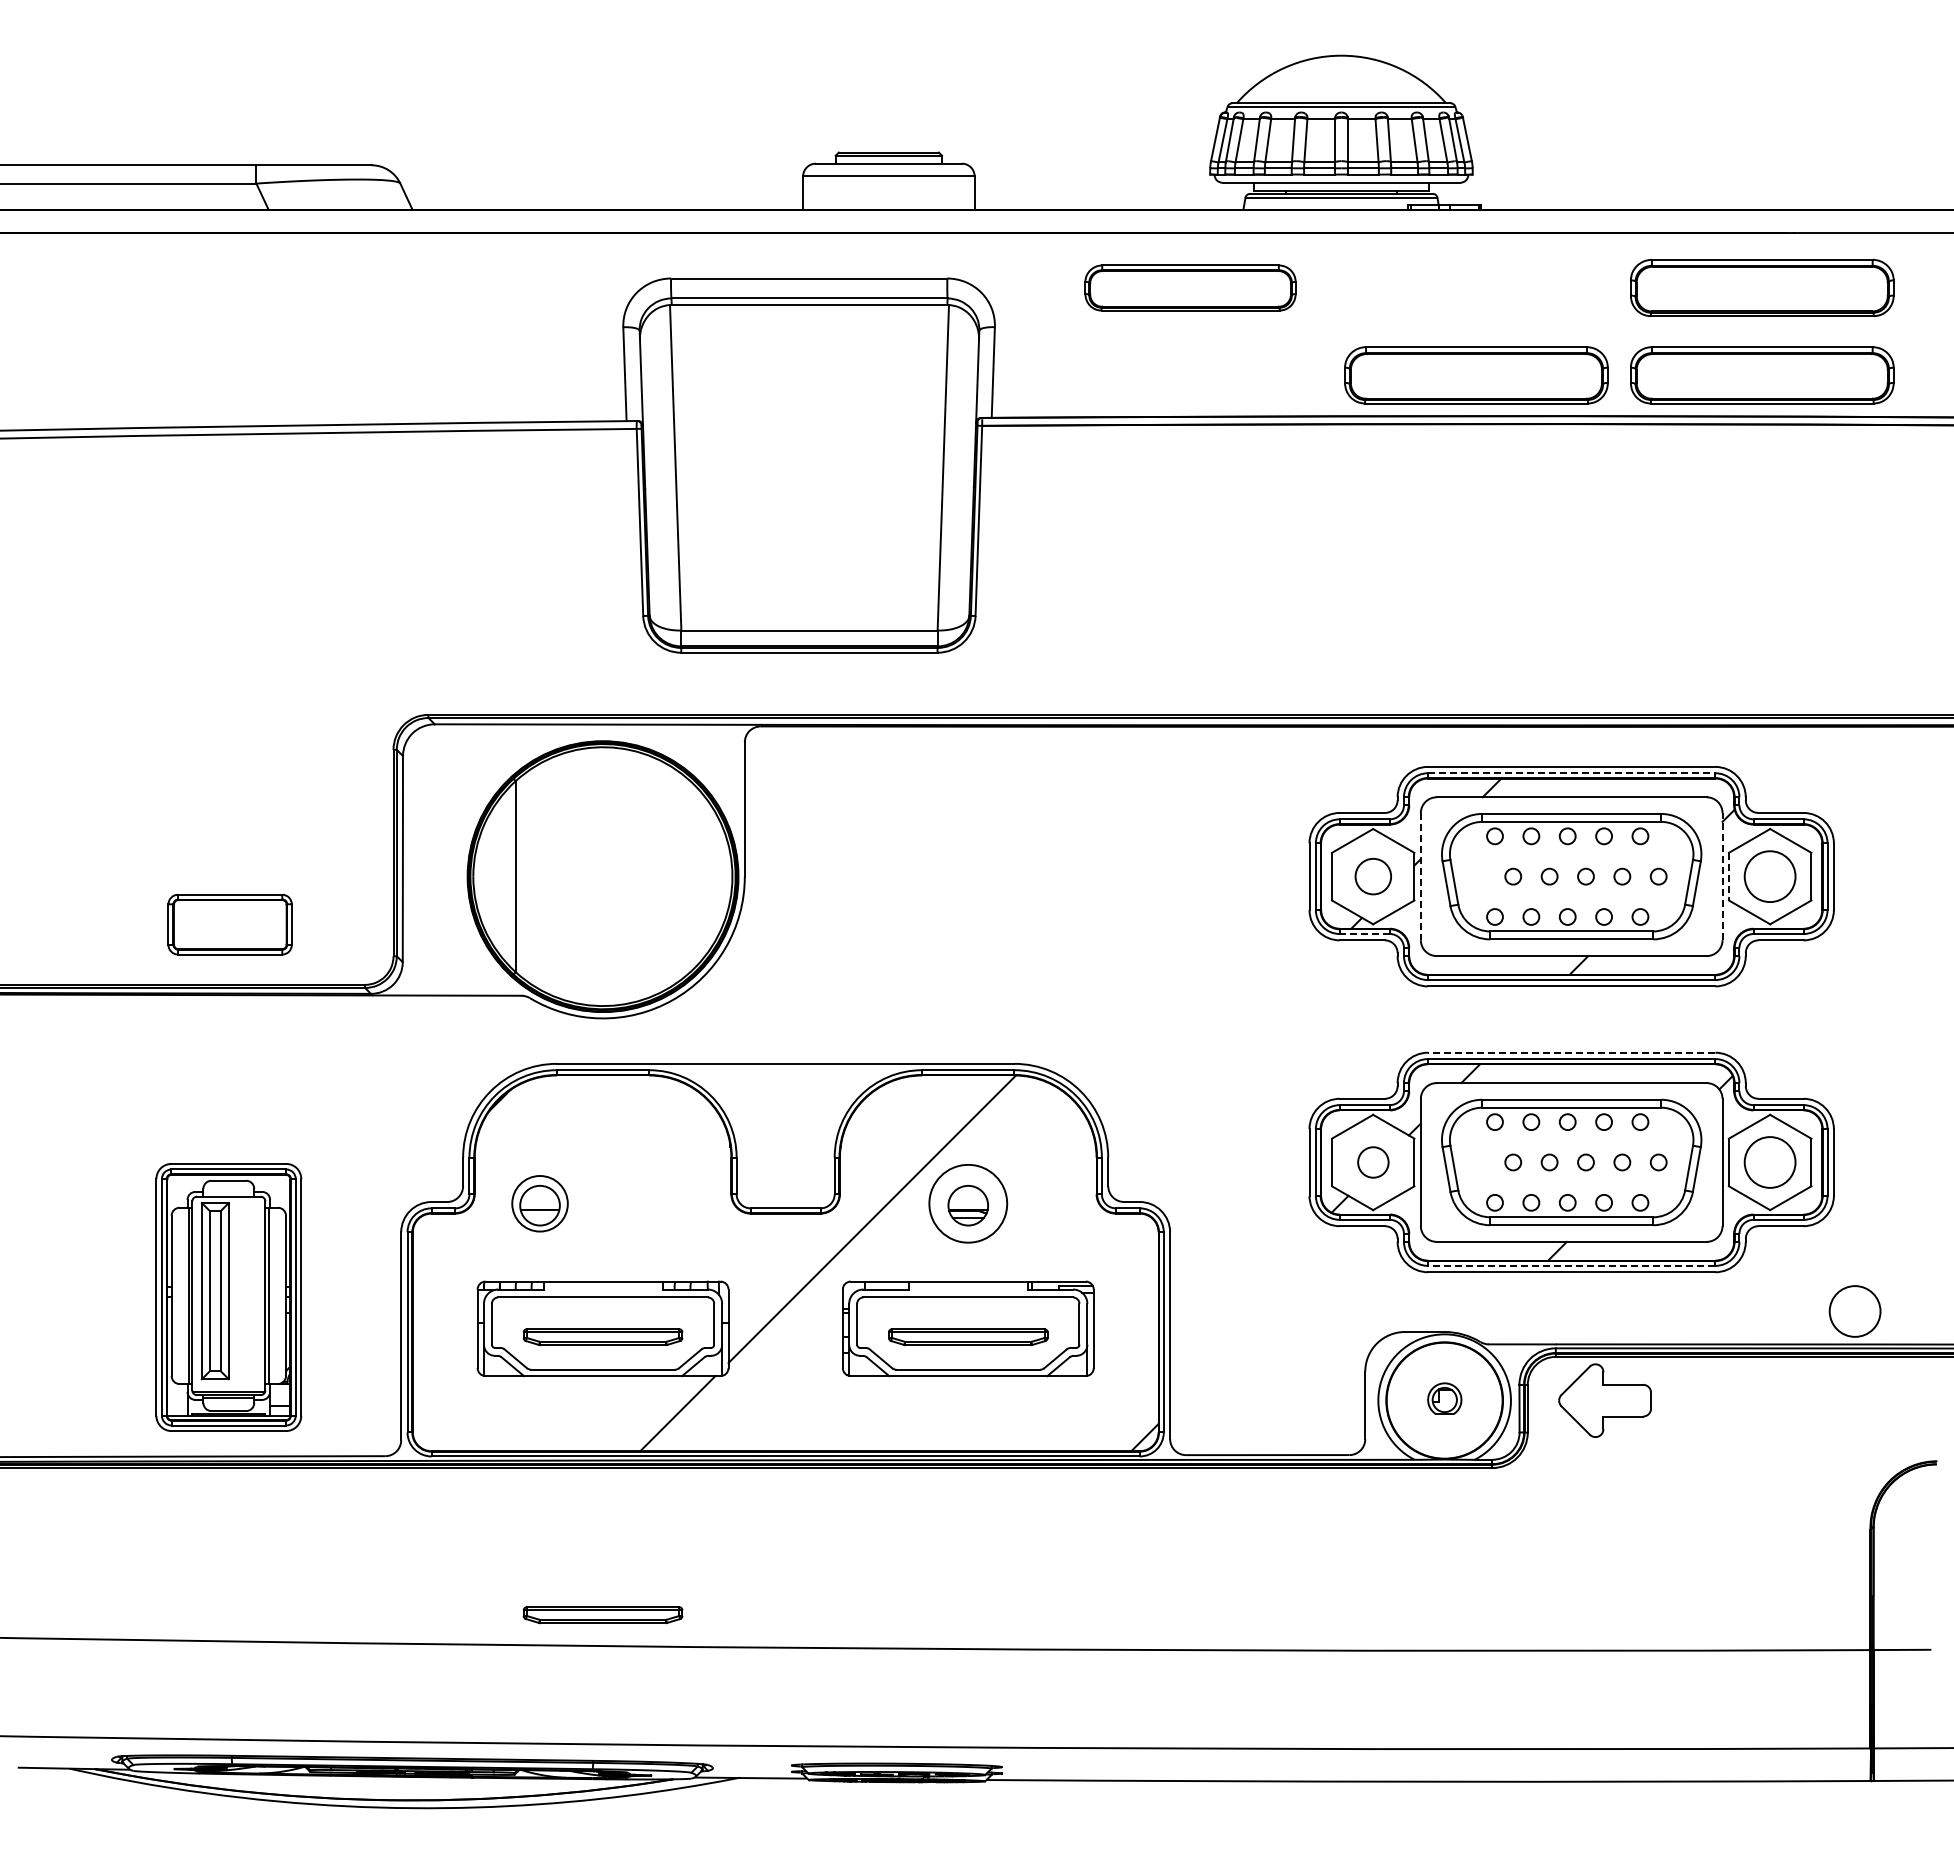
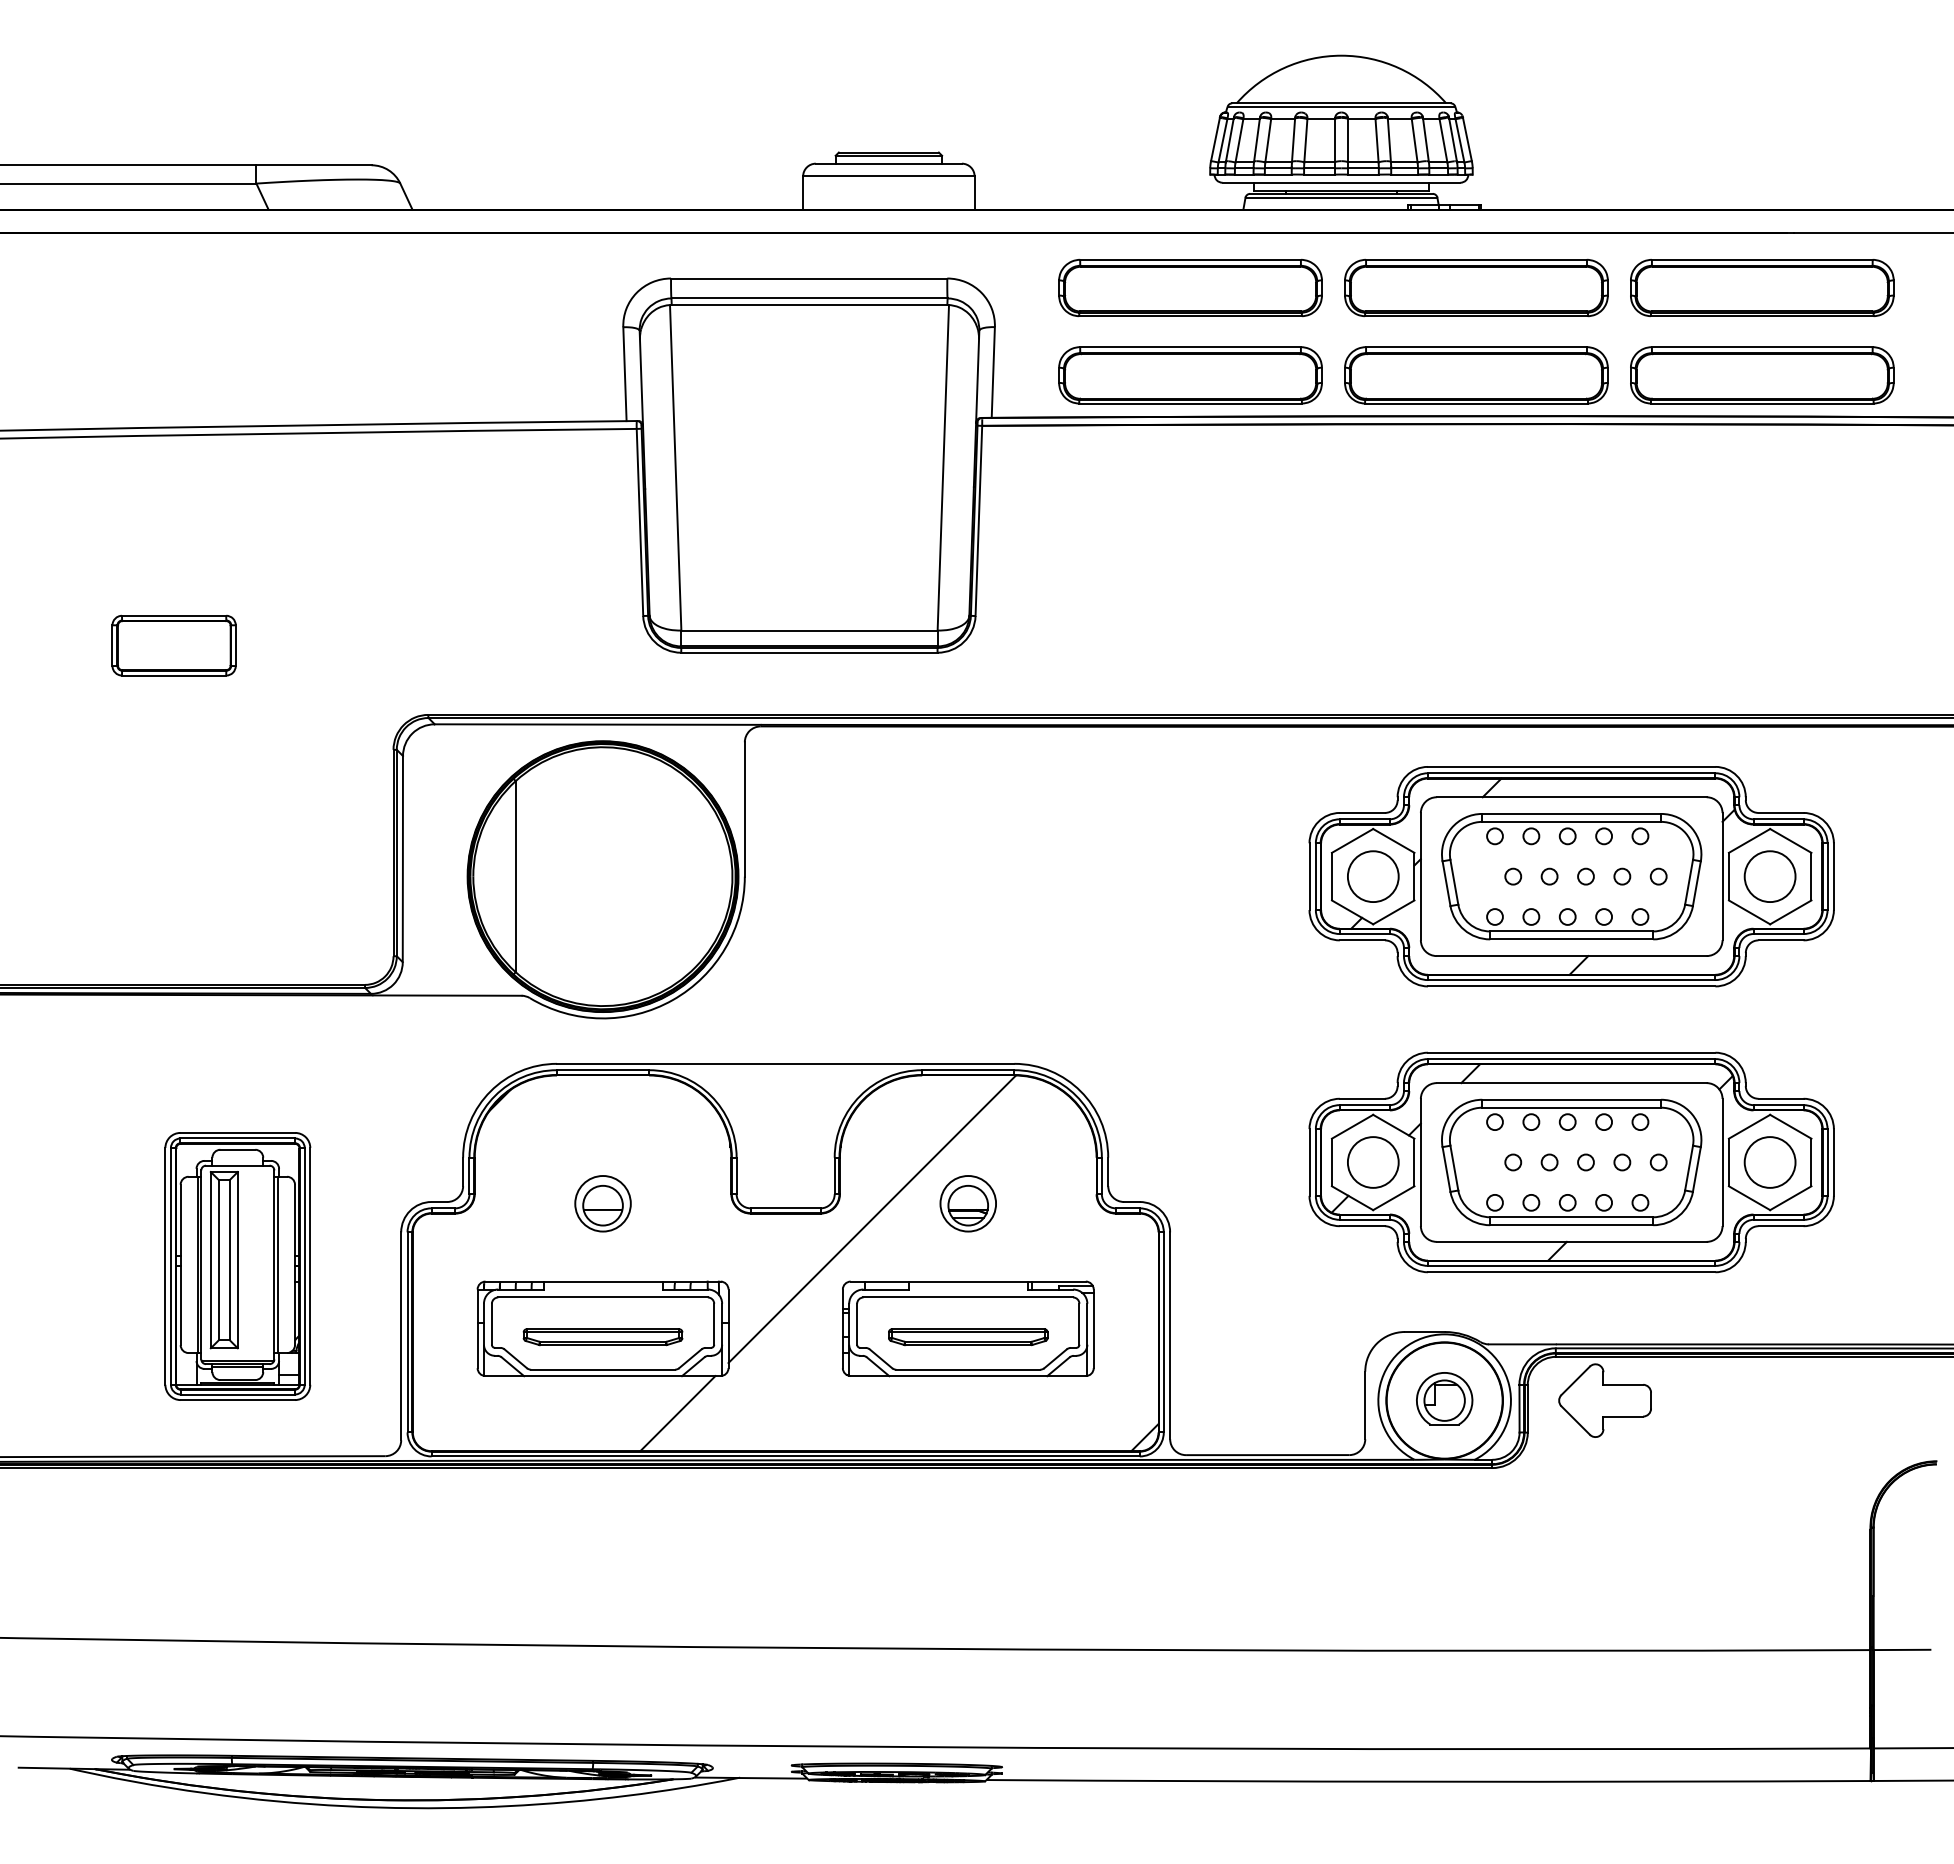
part at (1190, 287) size: 213x48 px -> 265x60 px
part at (1476, 287): none -> present
part at (1190, 375): none -> present
line at (1571, 773): dashed -> solid
circle at (1372, 876) size: 38x39 px -> 53x53 px
line at (1420, 876): dashed -> solid
line at (1722, 876): dashed -> solid
line at (1728, 876): dashed -> solid
part at (229, 924) position: (229, 924) -> (173, 645)
line at (1364, 934): dashed -> solid
line at (1571, 1052): dashed -> solid
circle at (1373, 1162) size: 33x33 px -> 53x53 px
part at (539, 1203) position: (539, 1203) -> (602, 1203)
circle at (968, 1203) diameter: 78 px -> 56 px
line at (1571, 1265): dashed -> solid
part at (228, 1297) position: (228, 1297) -> (237, 1266)
circle at (1854, 1311): present -> none
part at (1444, 1398) size: 36x33 px -> 58x54 px
part at (602, 1615): present -> none
